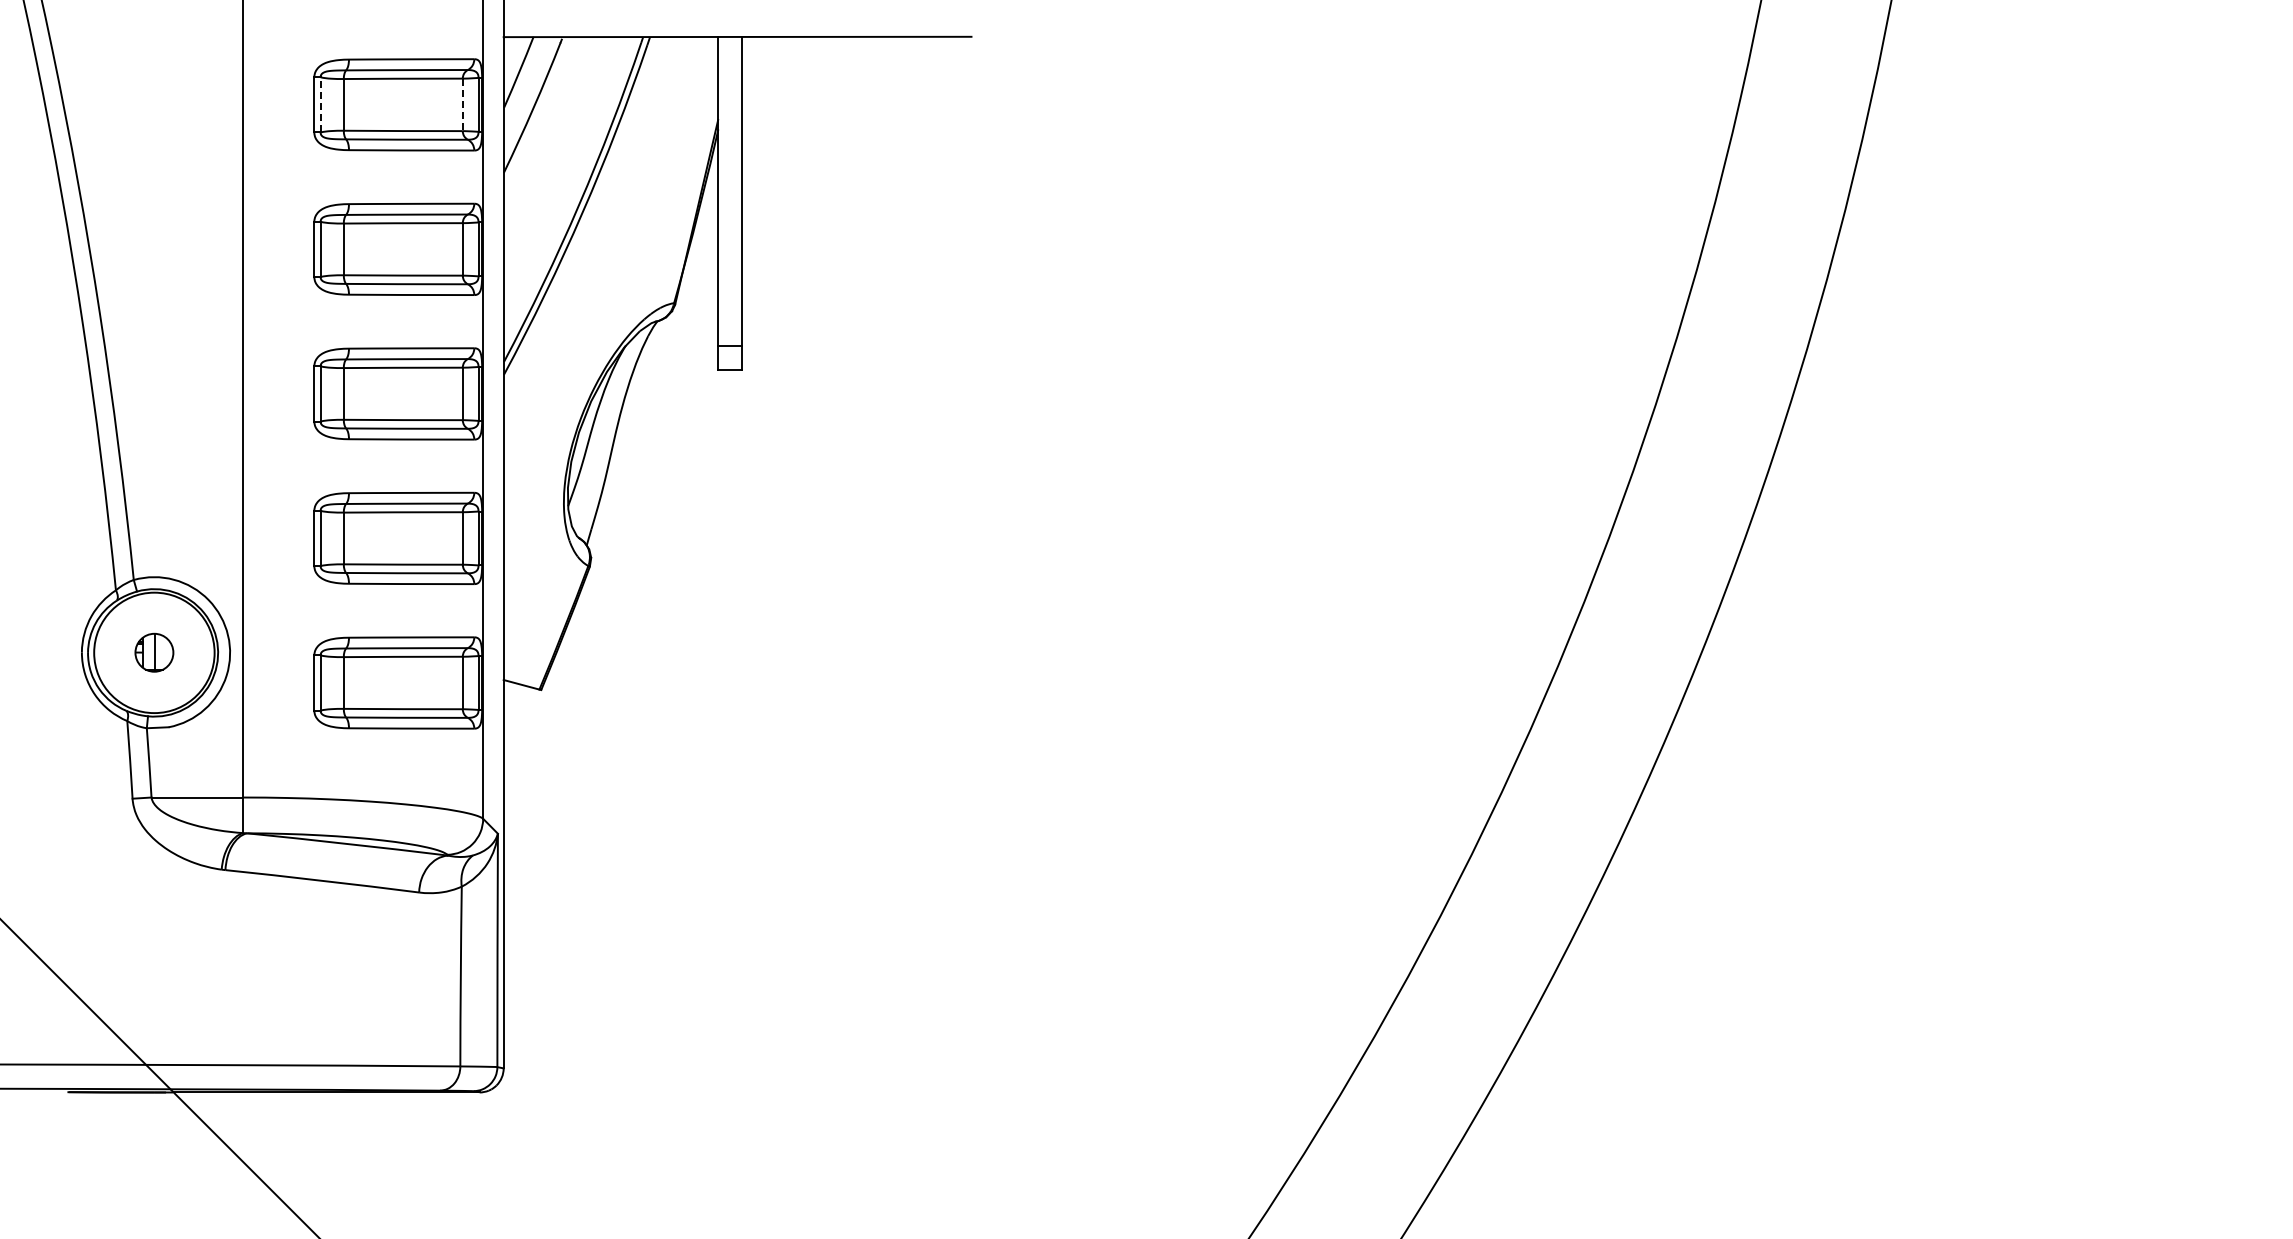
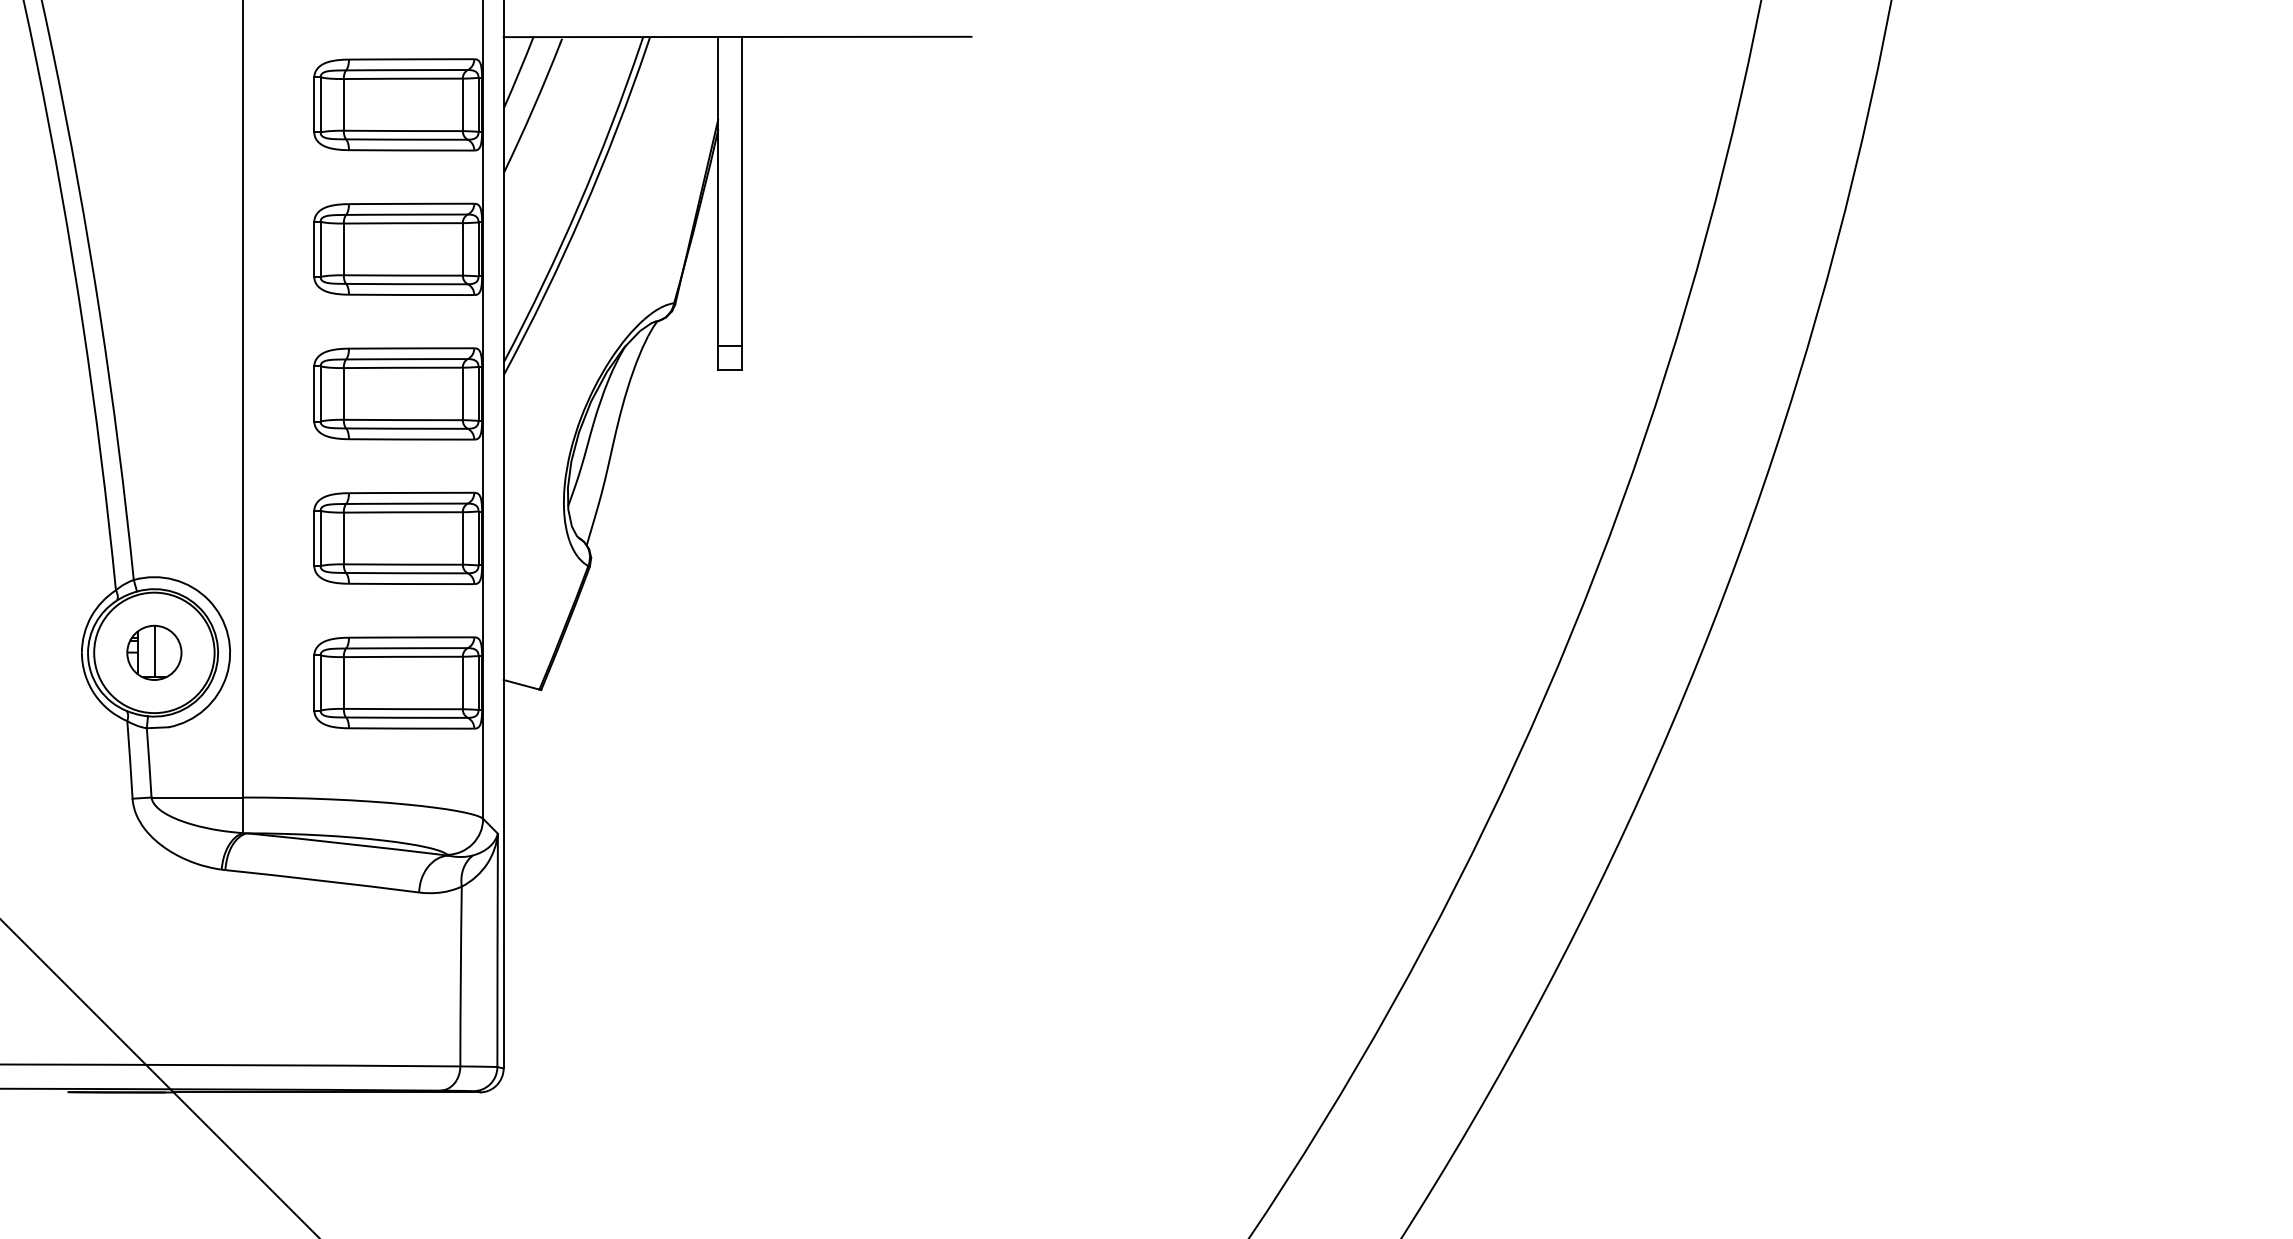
line at (320, 104): dashed -> solid
line at (462, 105): dashed -> solid
part at (154, 652) size: 41x41 px -> 57x57 px
